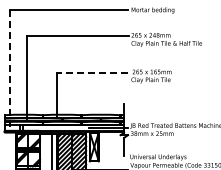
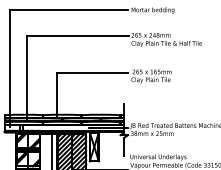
line at (9, 68): dashed -> solid
line at (92, 72): dashed -> solid
